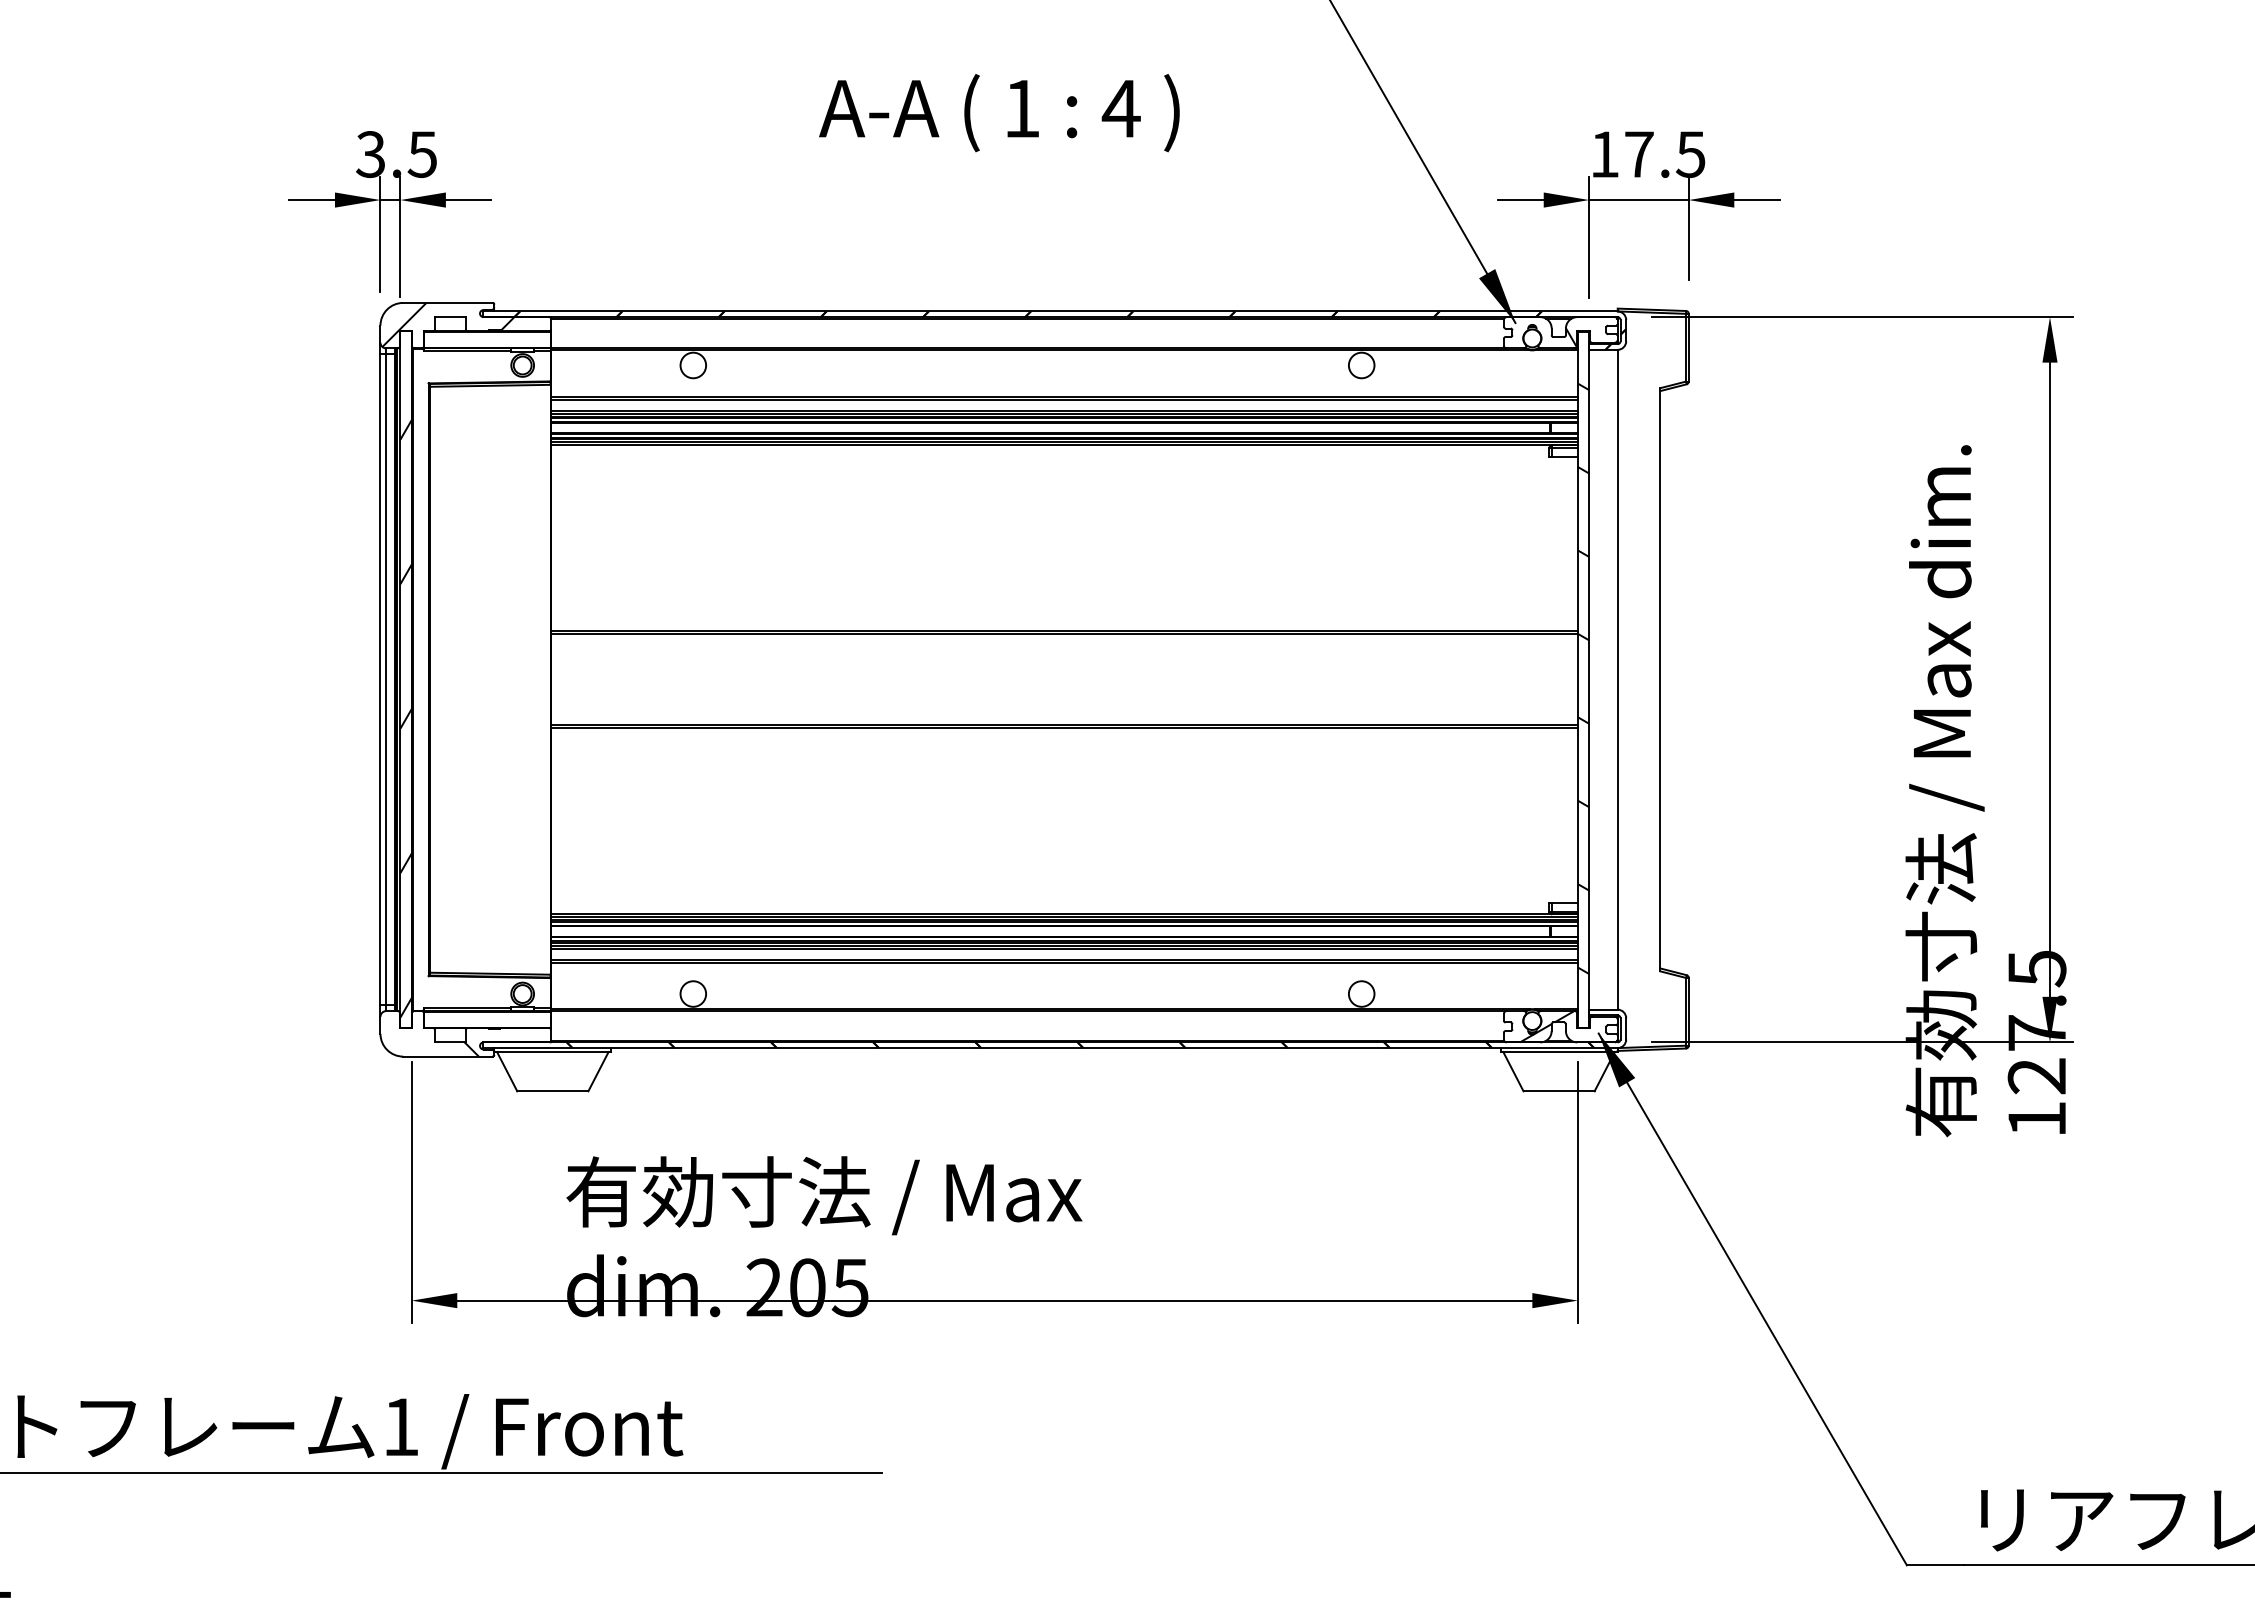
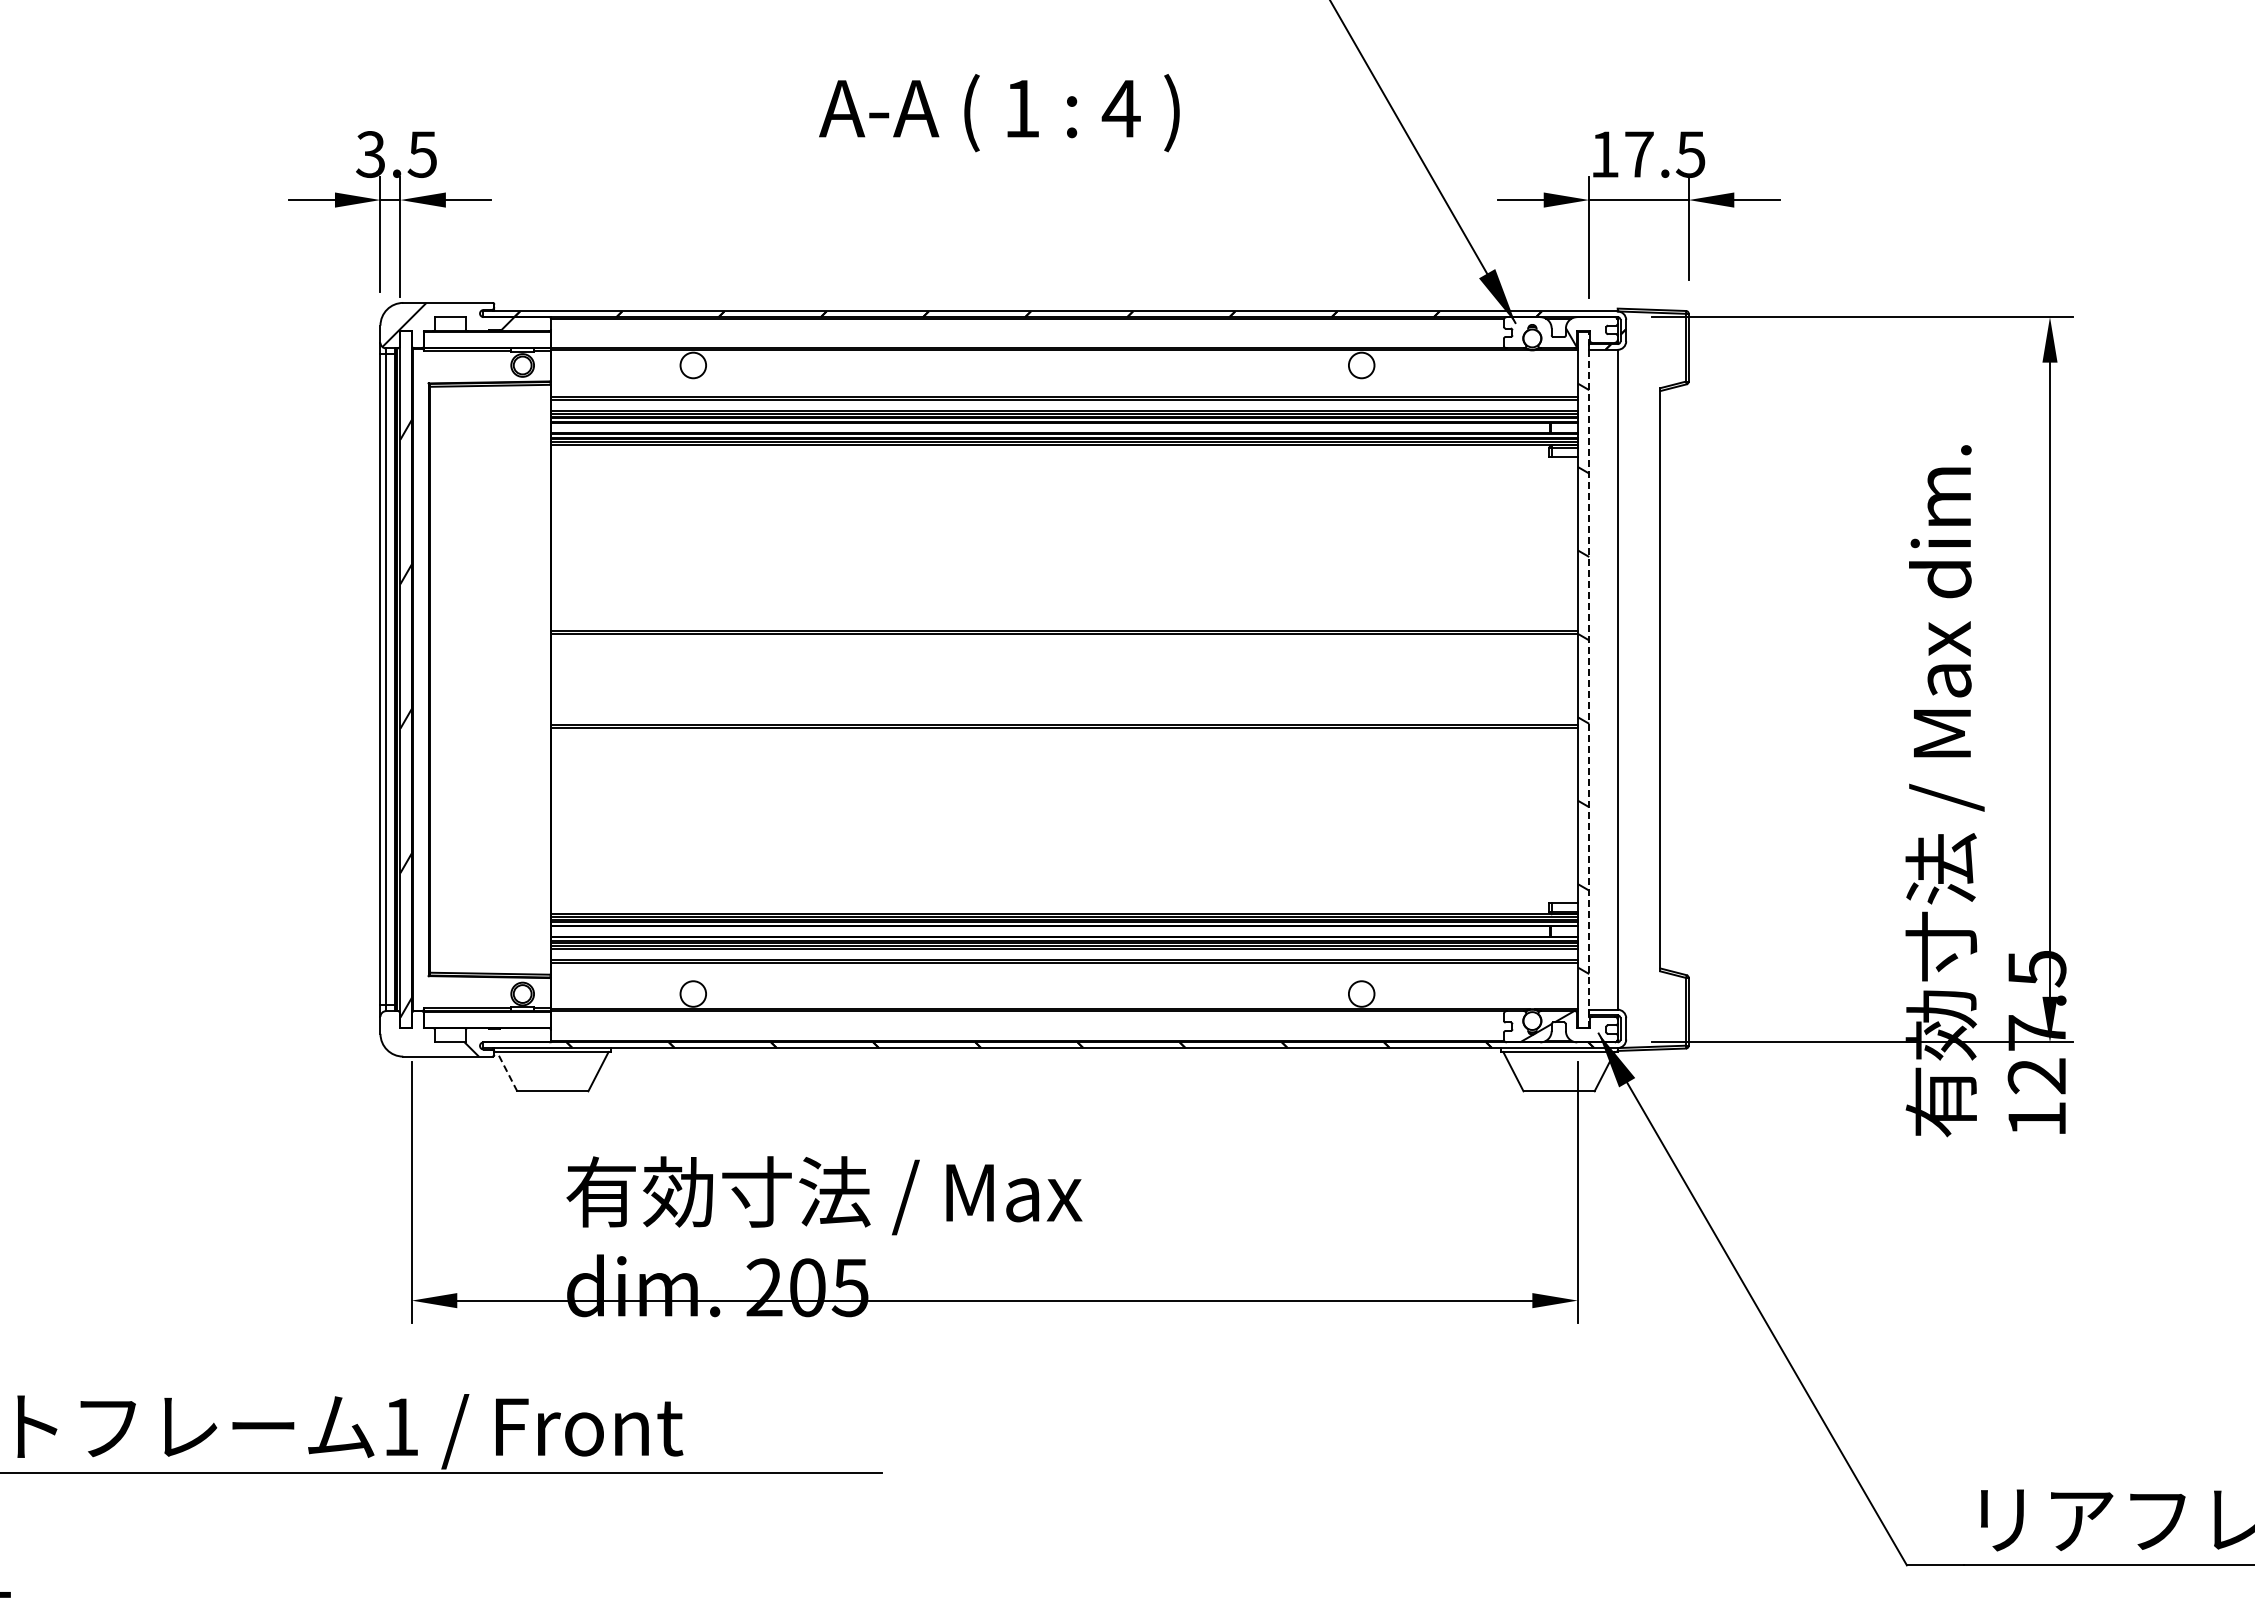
line at (1589, 679): solid -> dashed
line at (506, 1071): solid -> dashed
